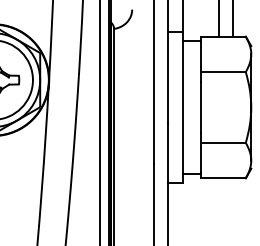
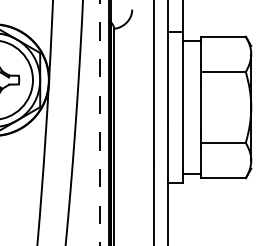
line at (218, 19): present -> none
line at (233, 19): present -> none
line at (100, 122): solid -> dashed
